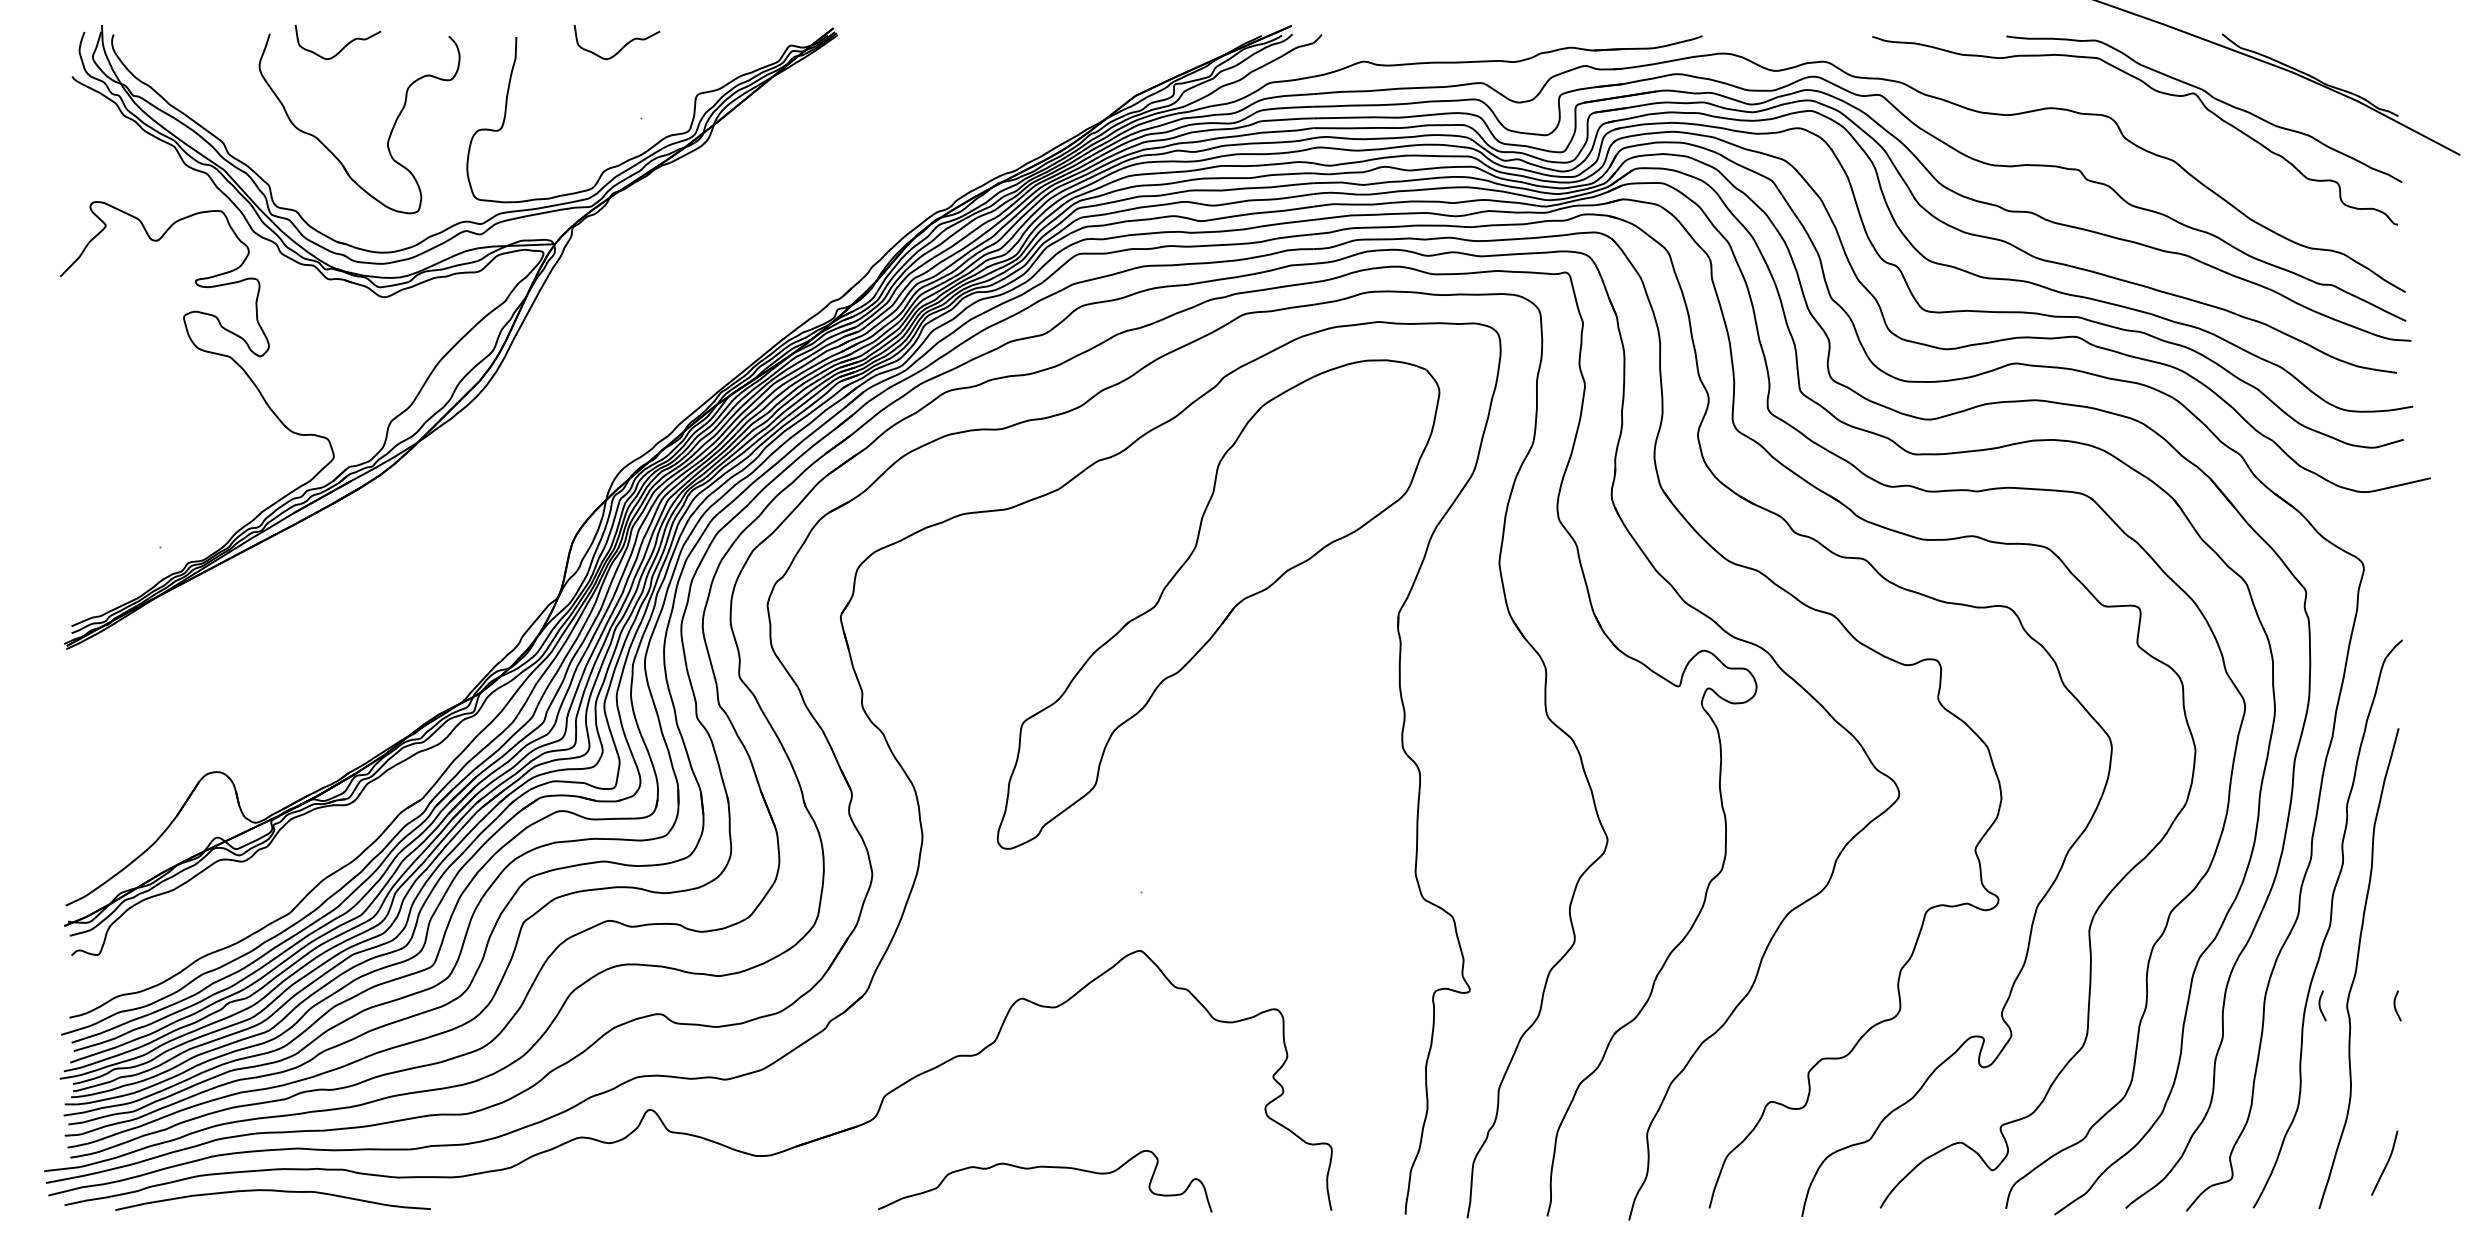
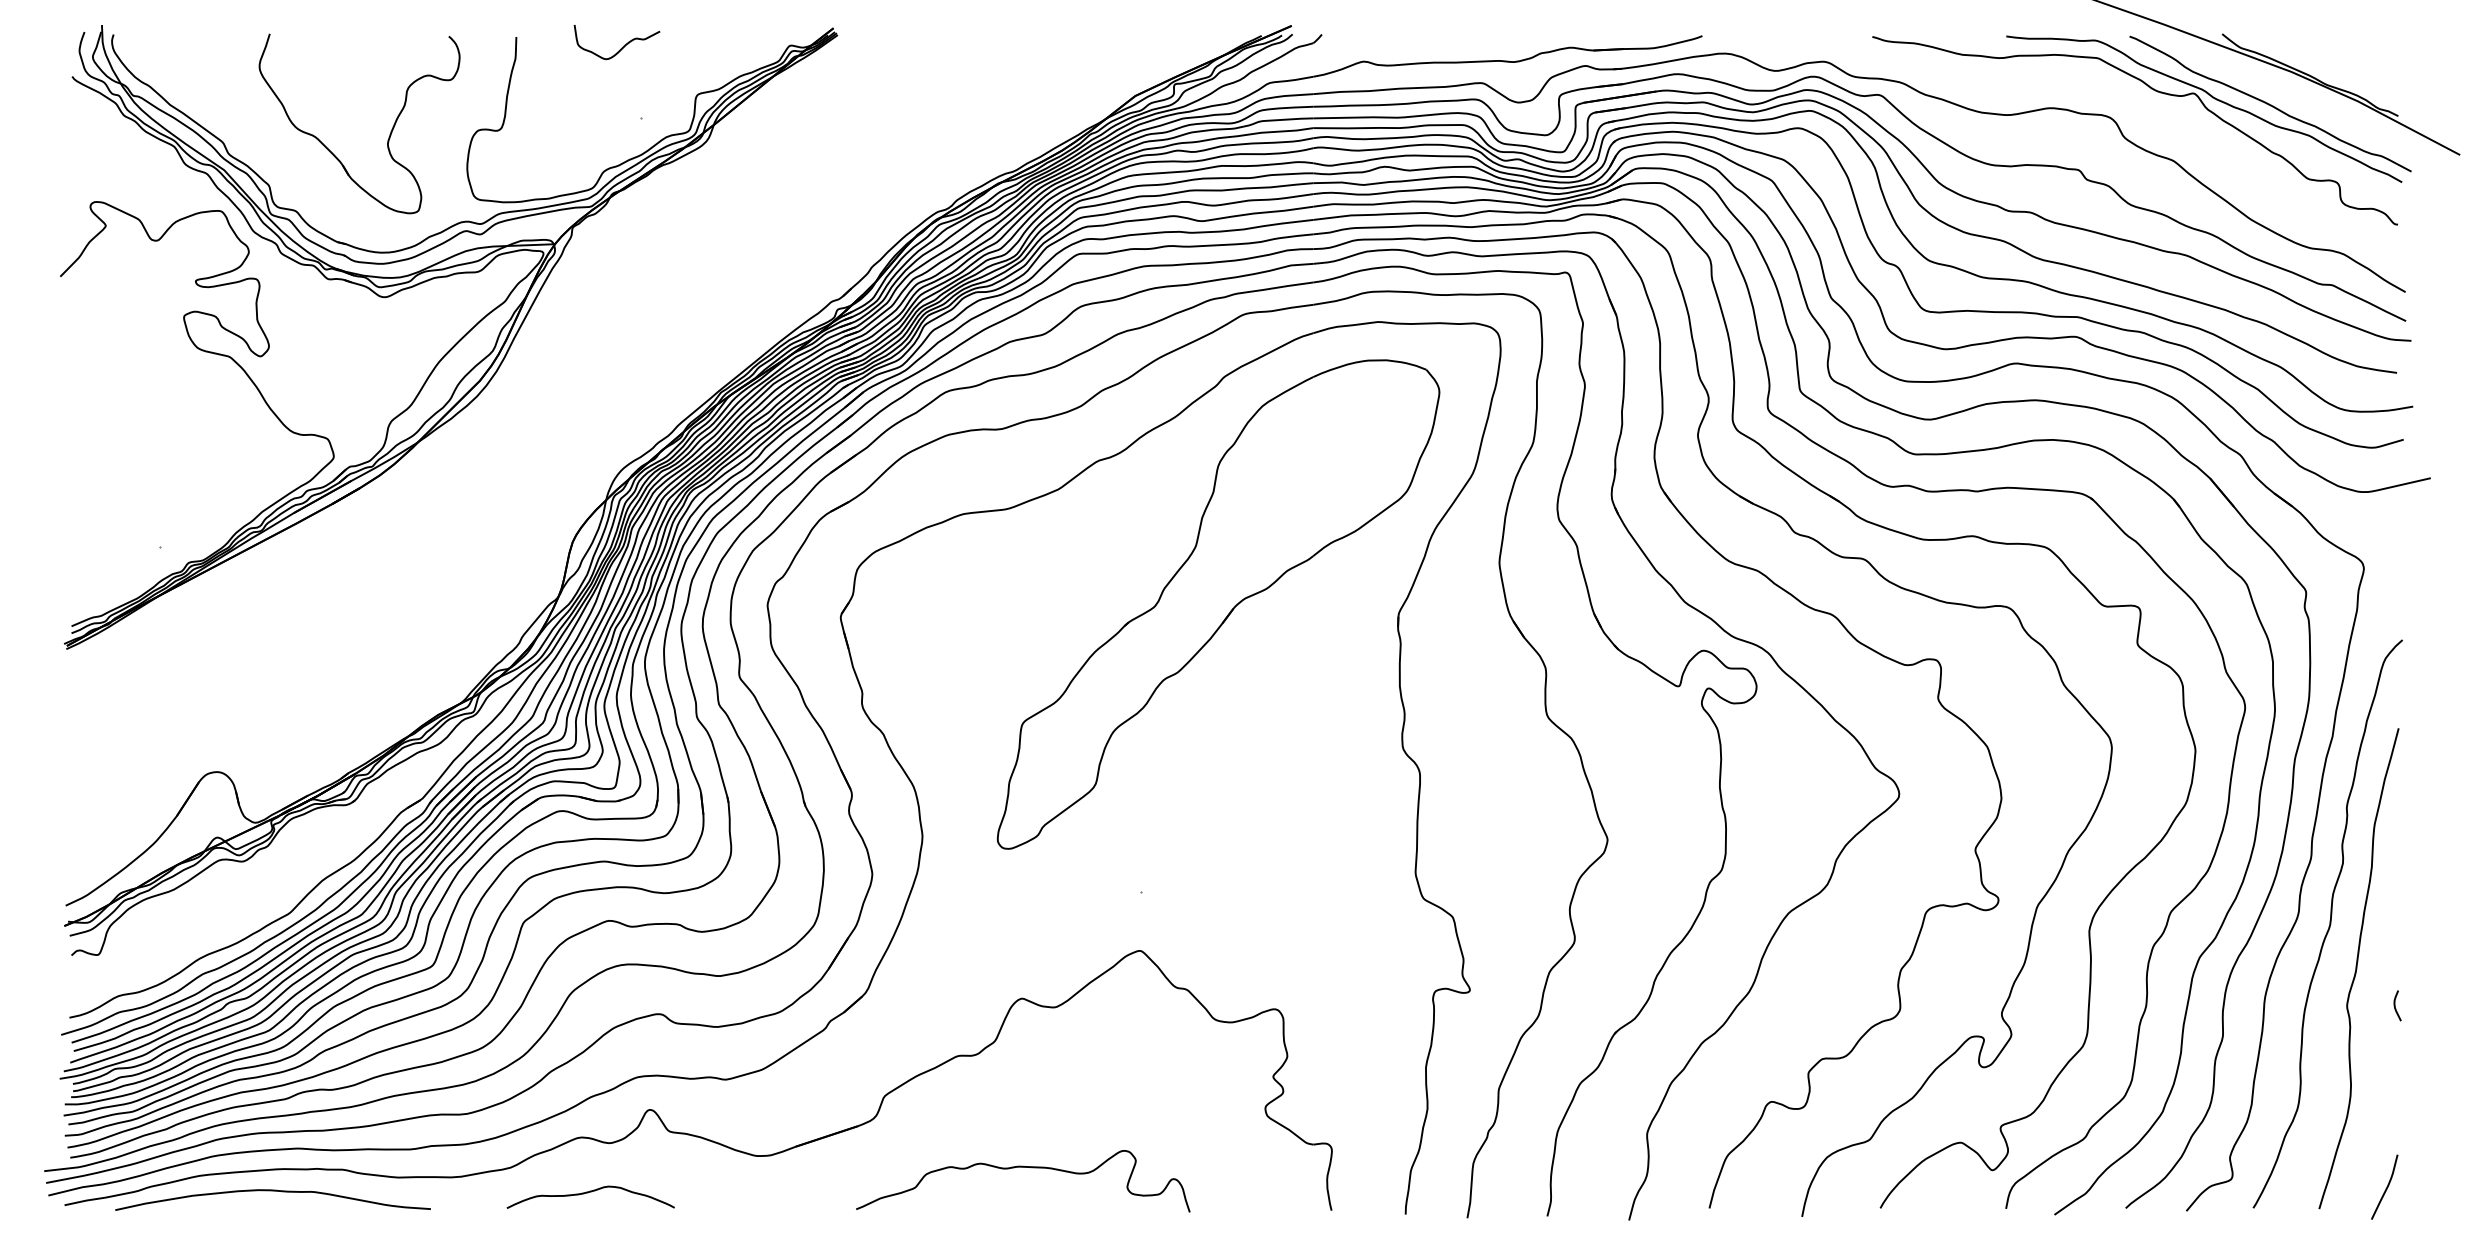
curve at (342, 47): present -> none
curve at (2269, 103): none -> present
curve at (2320, 1005): present -> none
curve at (2386, 1162) position: (2386, 1162) -> (2386, 1186)
curve at (1045, 1167) position: (1045, 1167) -> (1023, 1167)
curve at (588, 1193): none -> present
